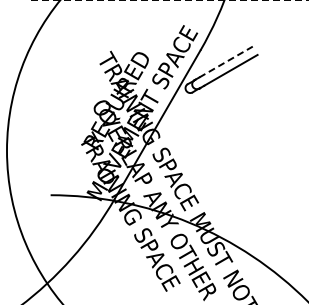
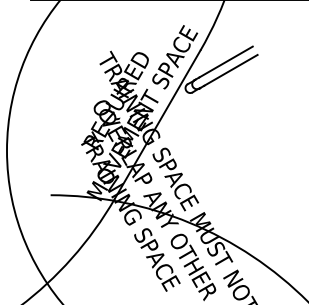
line at (169, 0): dashed -> solid
line at (226, 62): dashed -> solid
